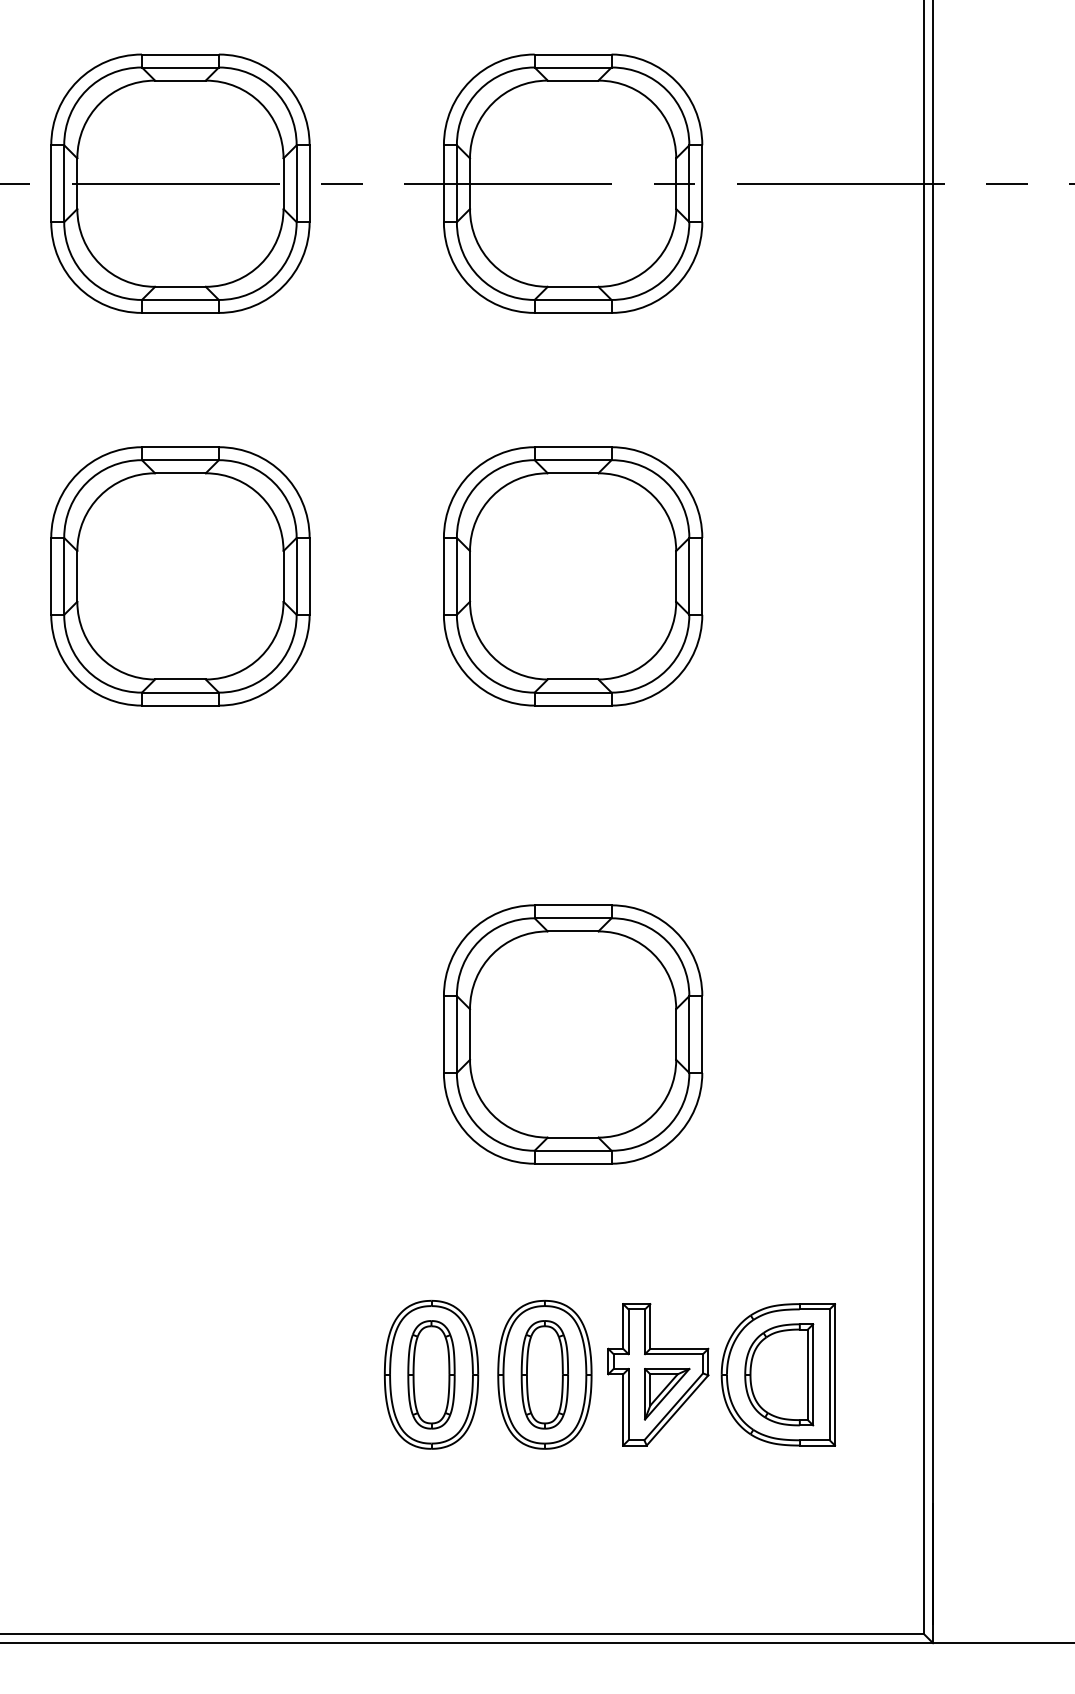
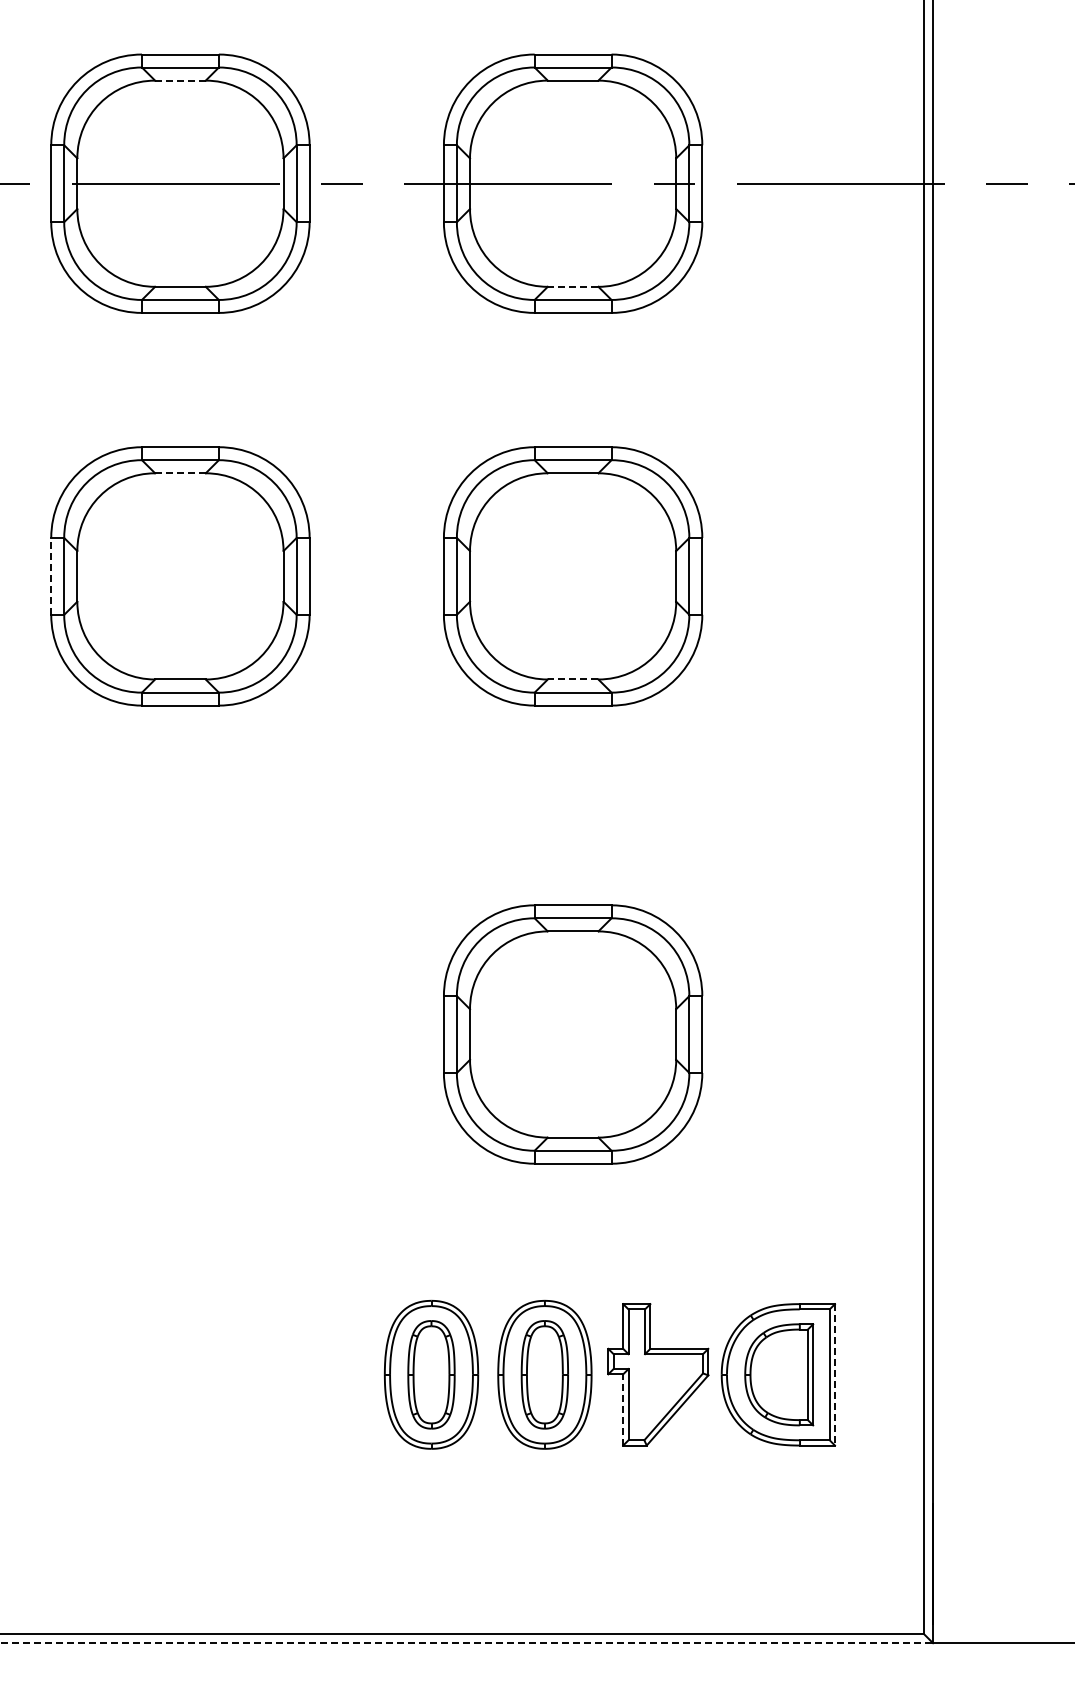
line at (180, 80): solid -> dashed
line at (572, 286): solid -> dashed
line at (180, 473): solid -> dashed
line at (51, 575): solid -> dashed
line at (572, 679): solid -> dashed
line at (834, 1374): solid -> dashed
part at (667, 1393): present -> none
line at (623, 1409): solid -> dashed
line at (467, 1643): solid -> dashed
